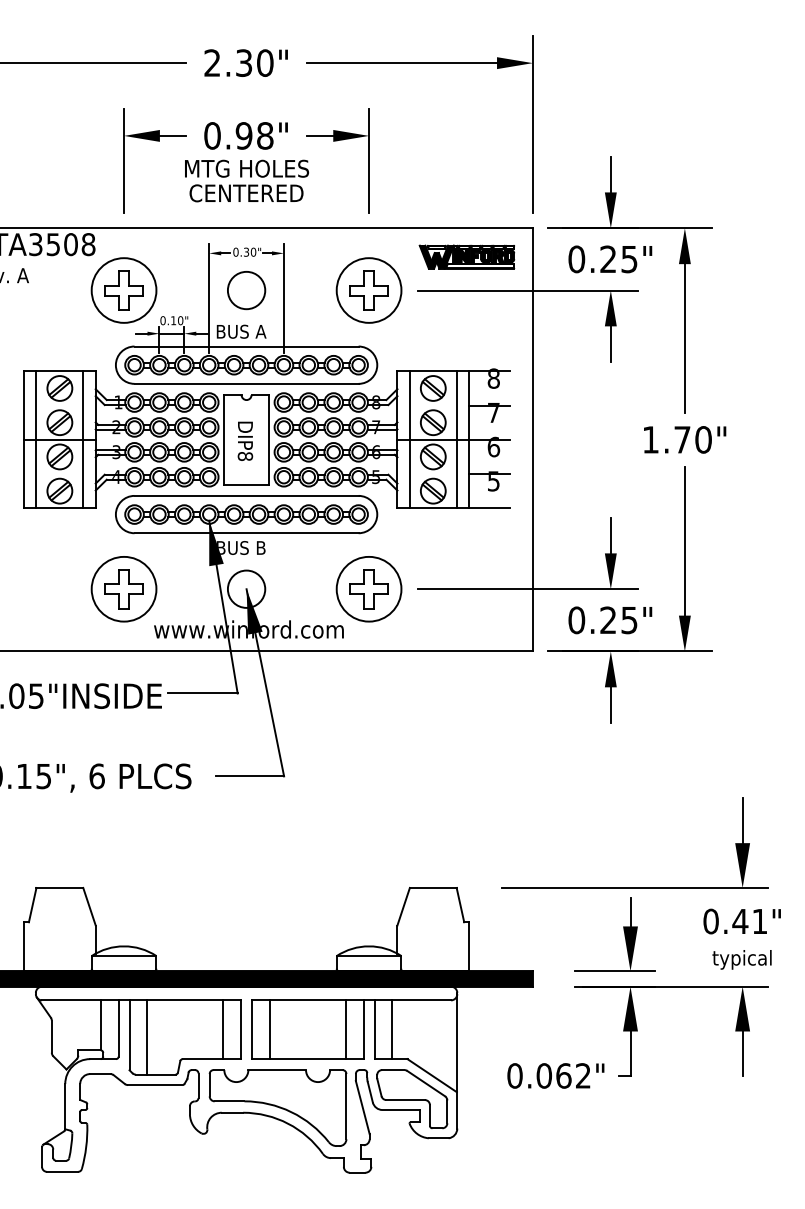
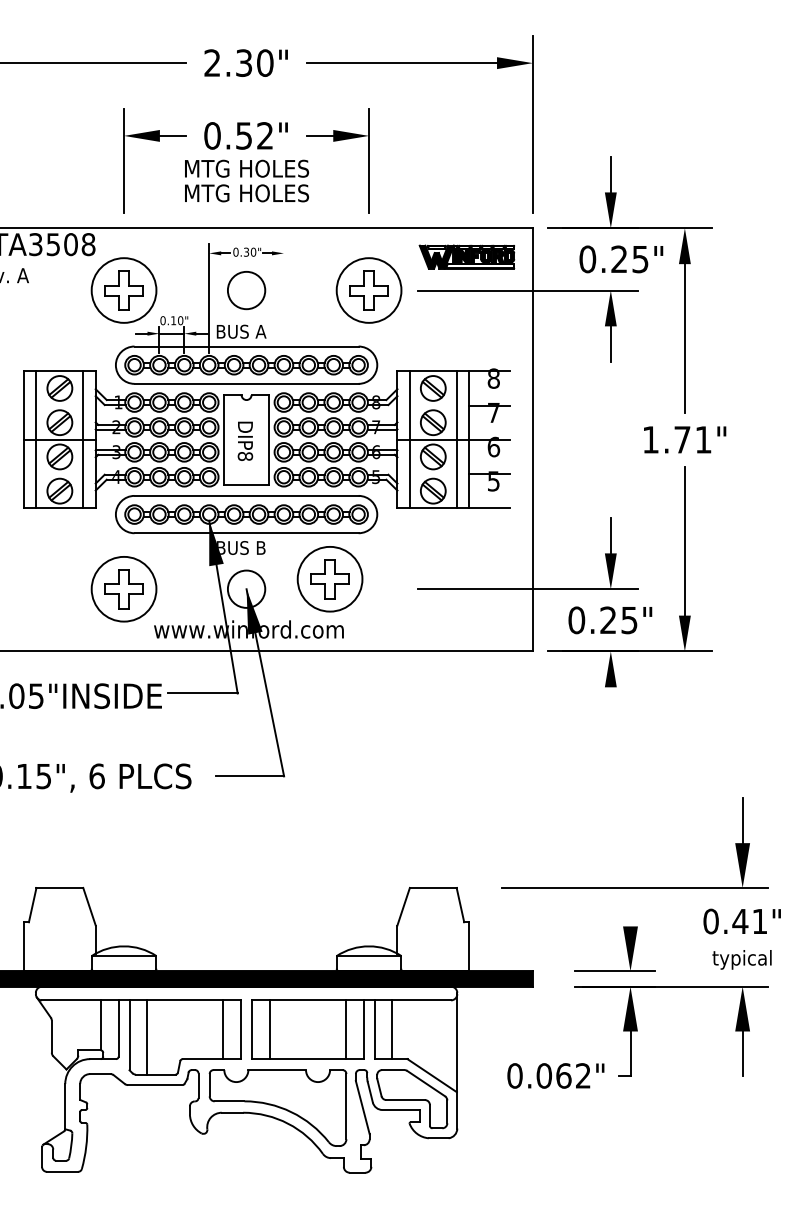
text at (254, 135): 0.98" -> 0.52"
text at (247, 193): CENTERED -> MTG HOLES
text at (610, 259) position: (610, 259) -> (621, 259)
line at (283, 298): present -> none
text at (703, 439): 1.70" -> 1.71"
part at (368, 589) position: (368, 589) -> (329, 579)
line at (610, 705): present -> none
line at (630, 911): present -> none
